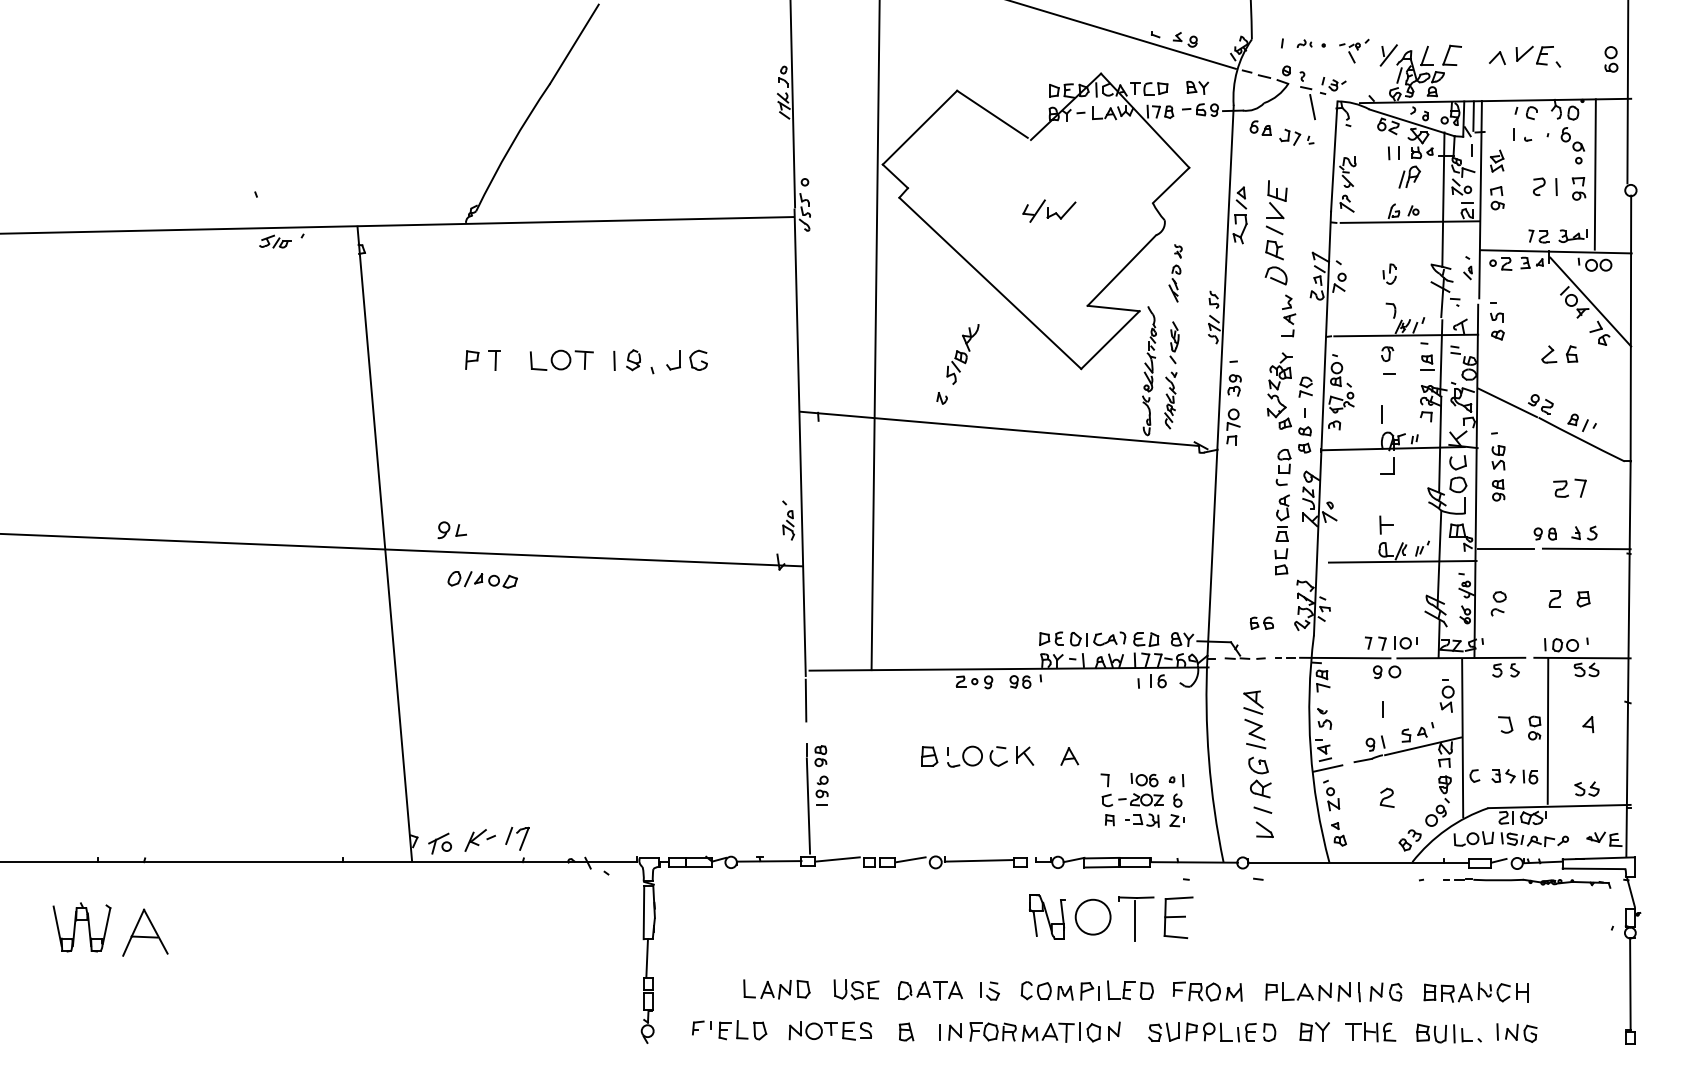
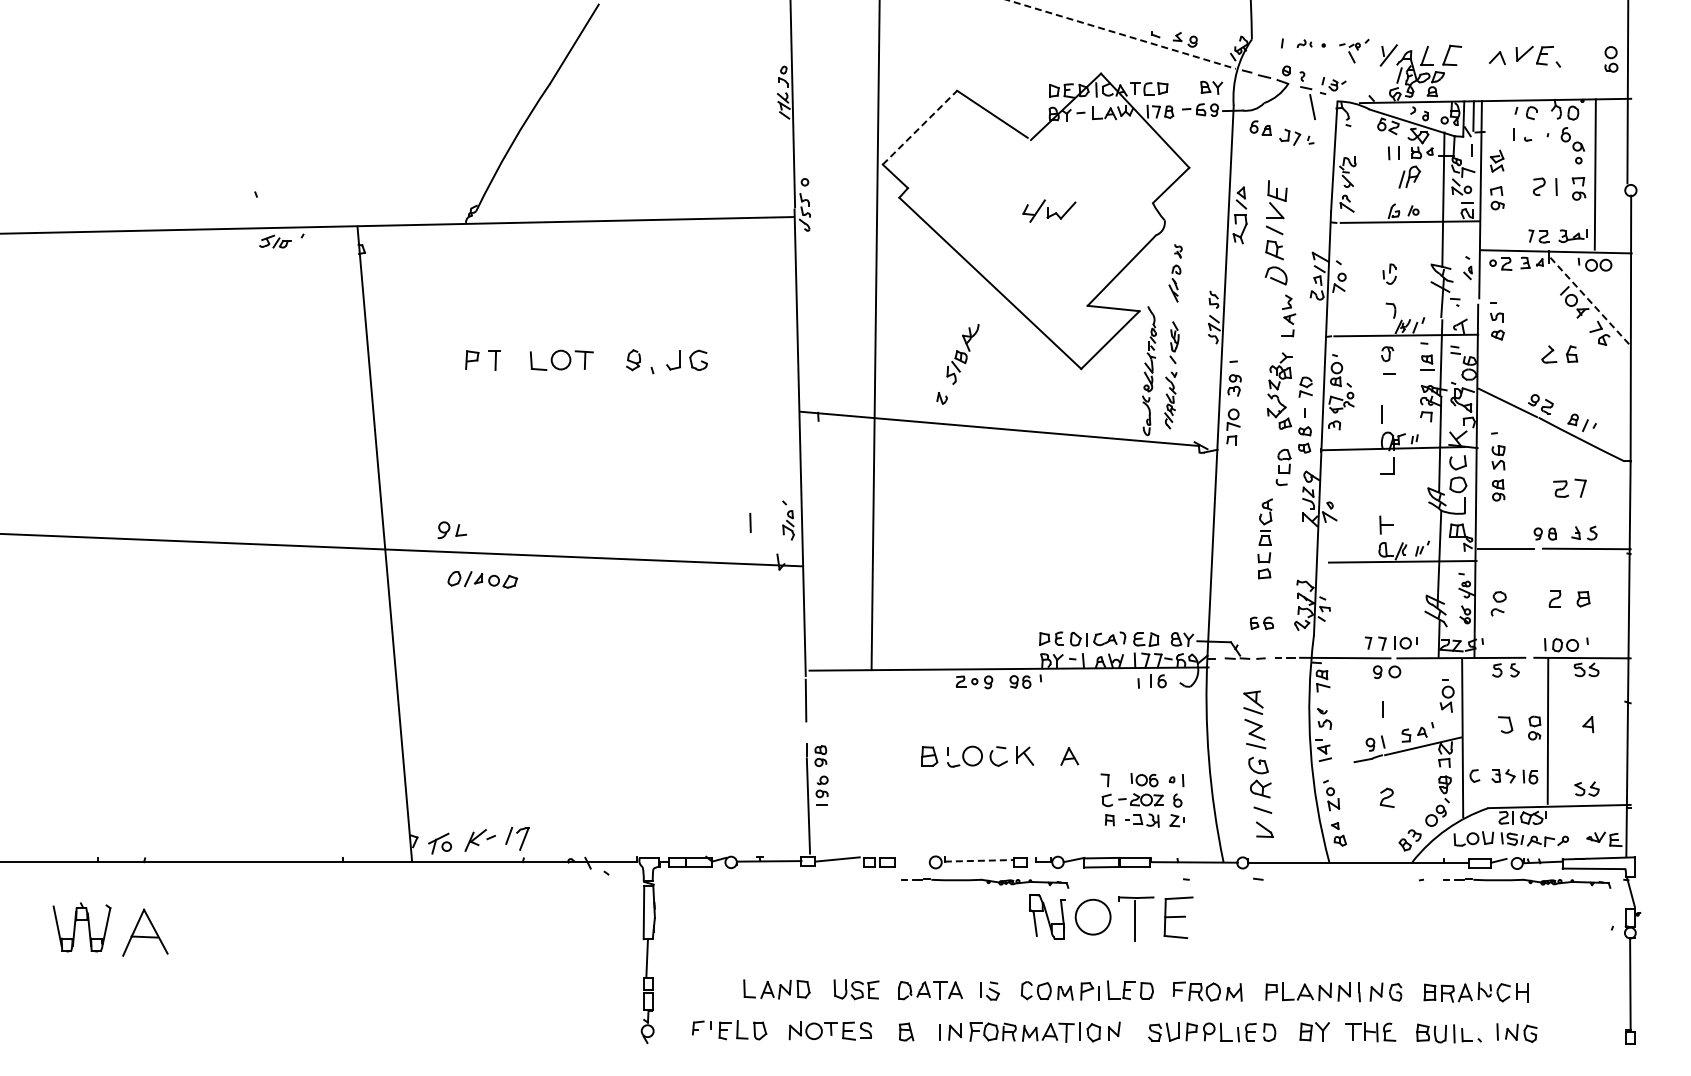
line at (1121, 34): solid -> dashed
part at (1197, 87) position: (1197, 87) -> (1211, 87)
line at (920, 127): solid -> dashed
line at (1591, 302): solid -> dashed
line at (614, 360) position: (614, 360) -> (750, 522)
part at (1281, 534) position: (1281, 534) -> (1264, 538)
line at (1327, 768): present -> none
line at (910, 859): present -> none
line at (979, 860): solid -> dashed
part at (985, 883): none -> present
